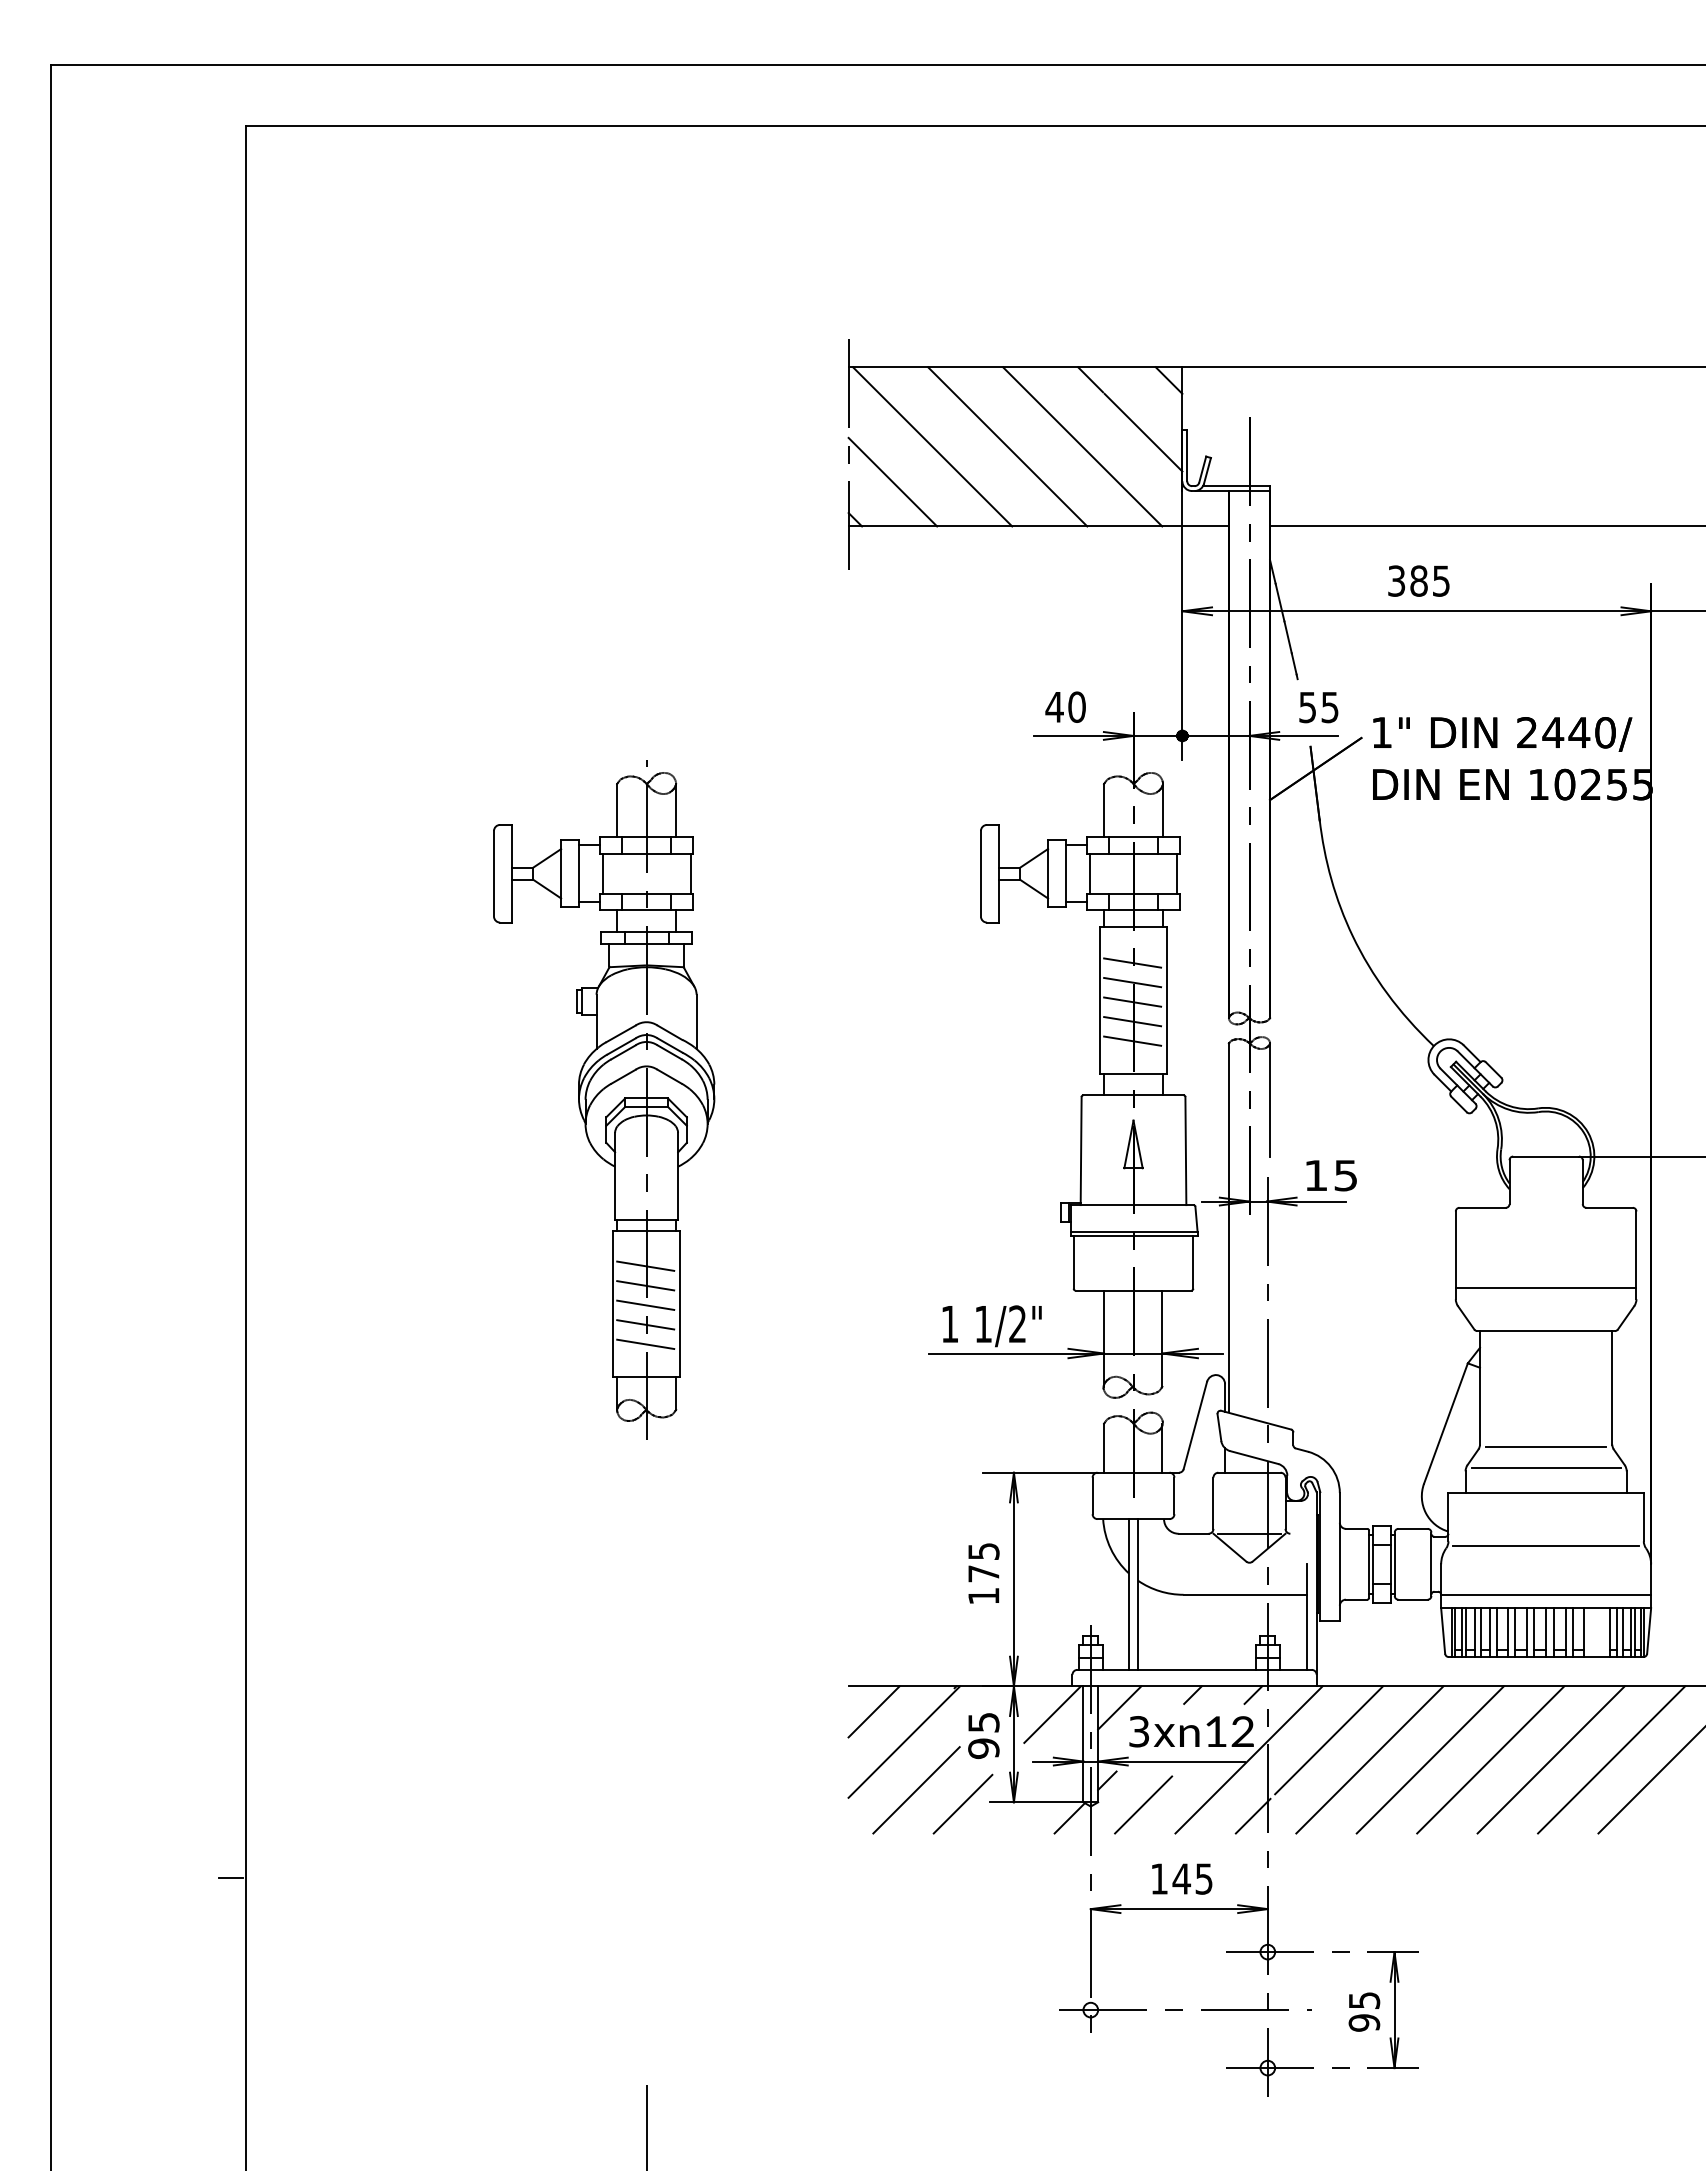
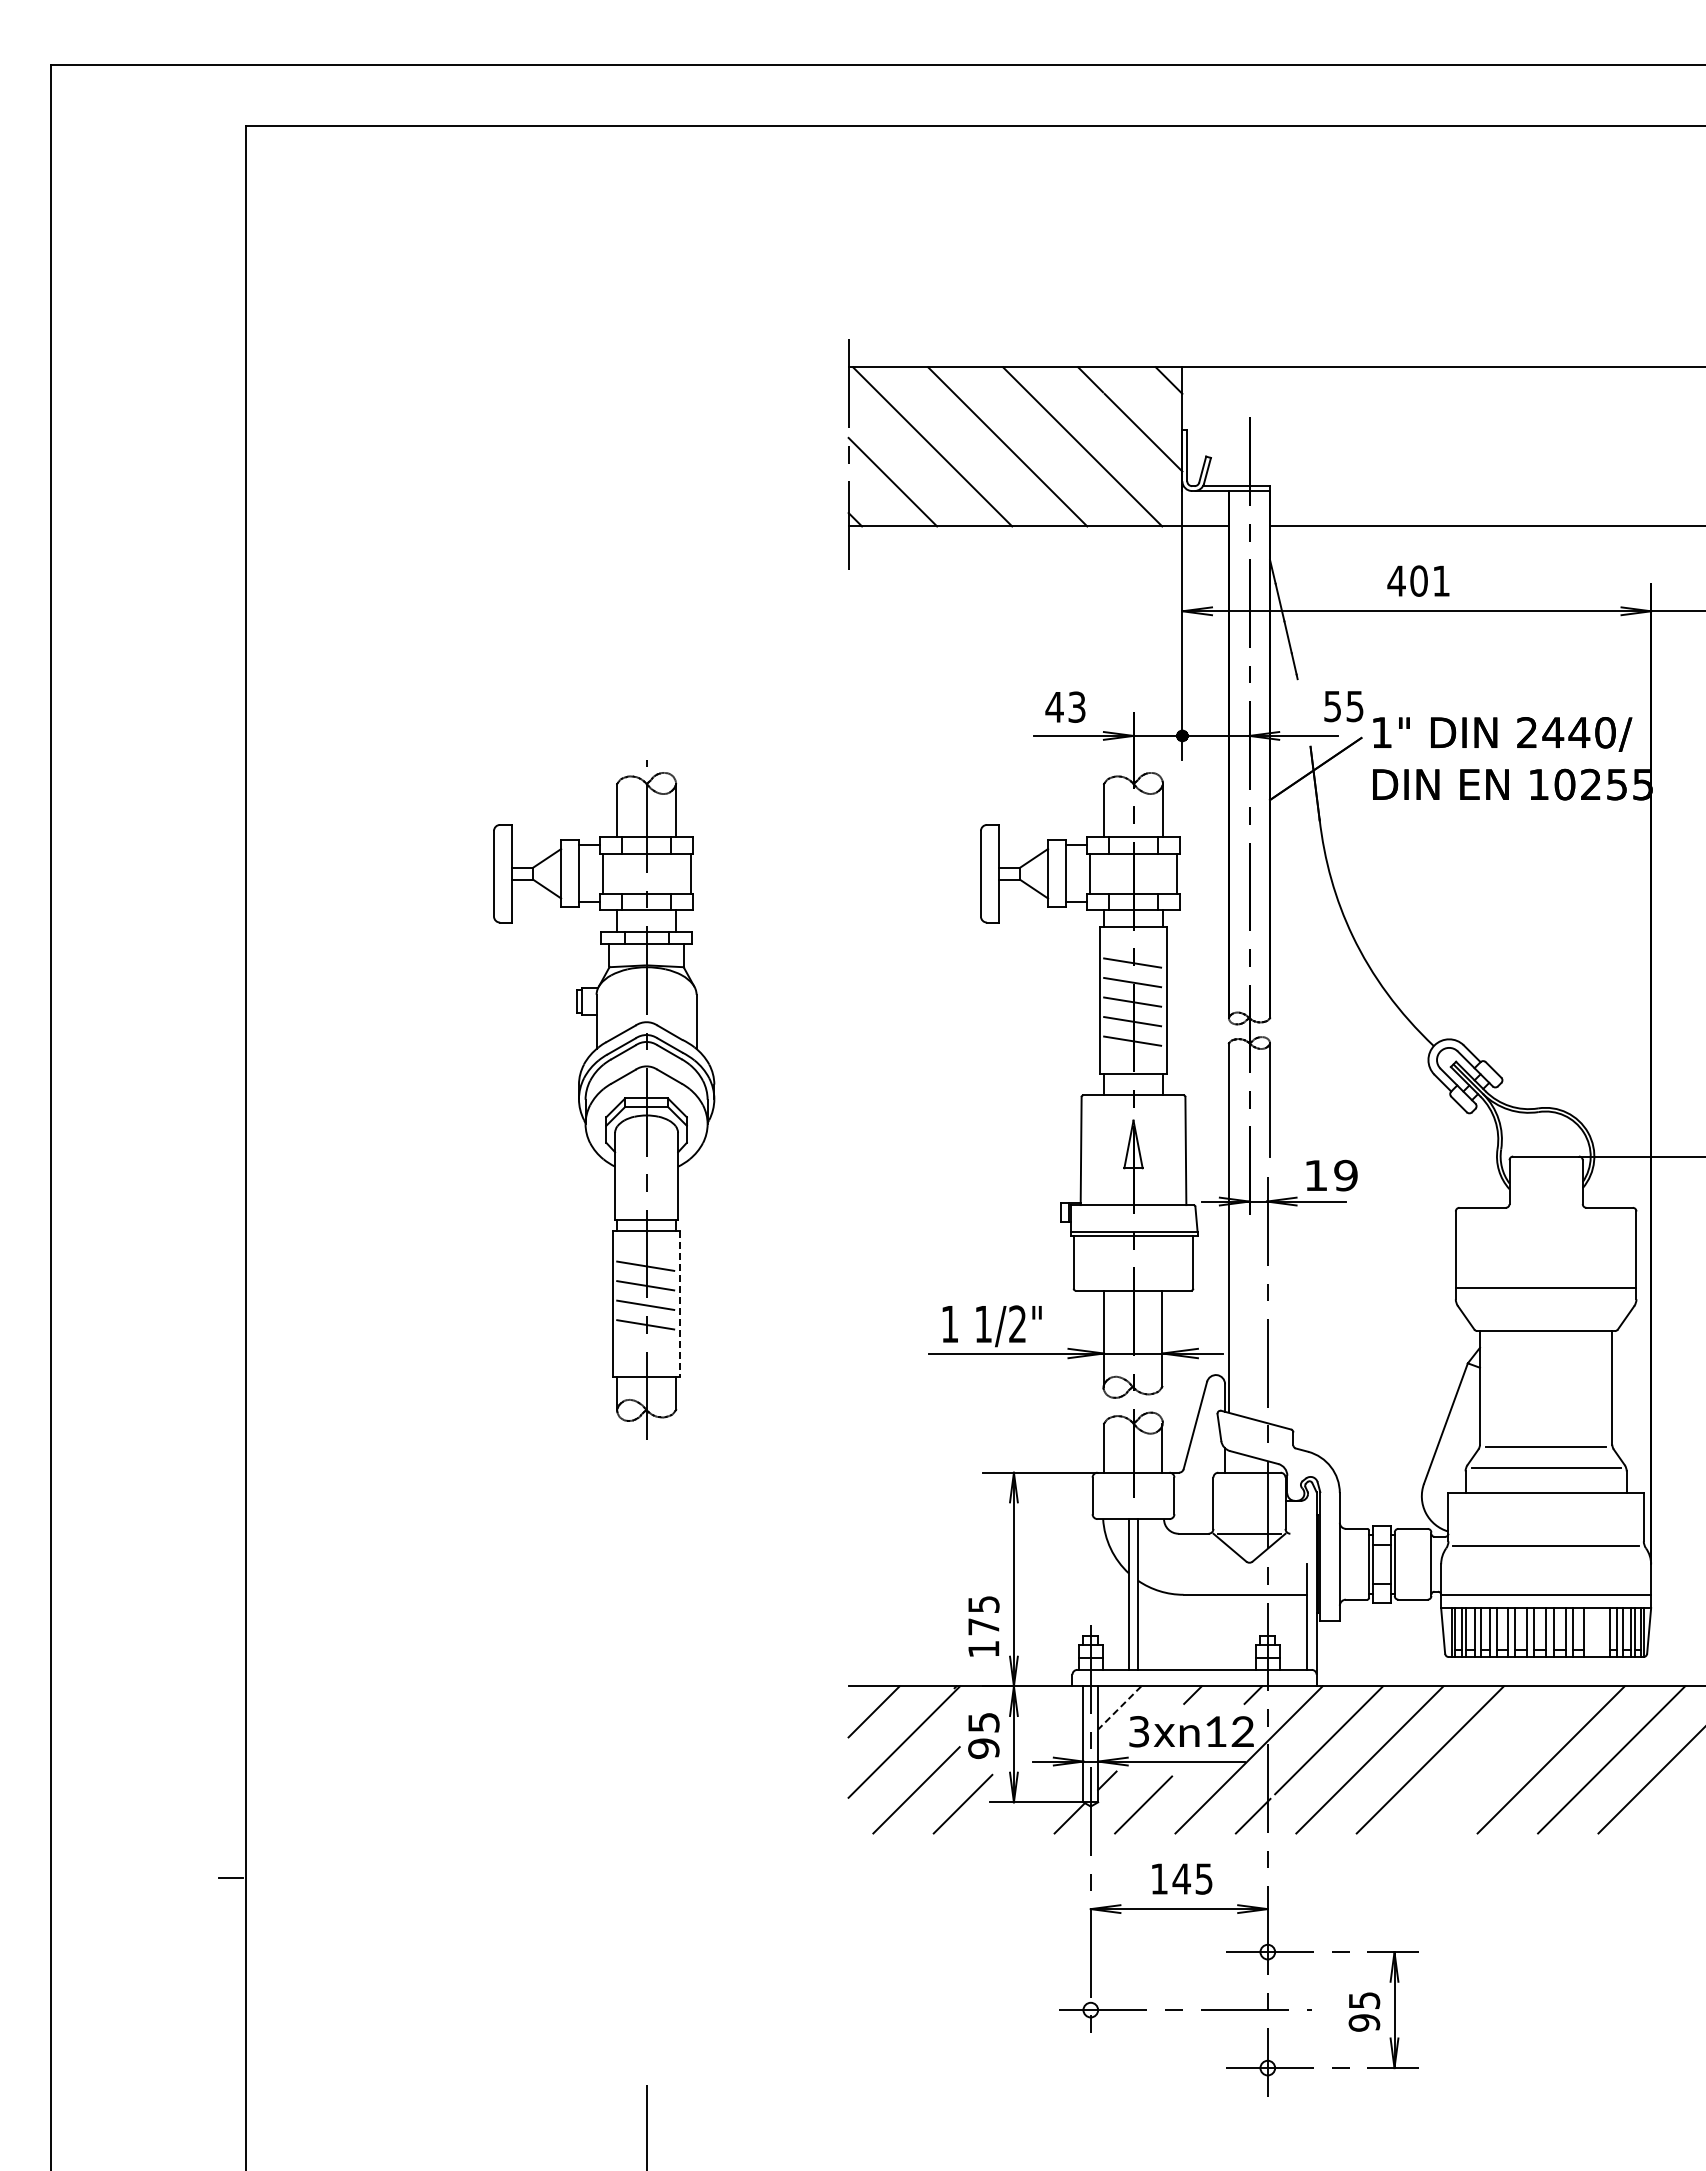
text at (1418, 580): 385 -> 401
text at (1076, 706): 40 -> 43
text at (1318, 707) position: (1318, 707) -> (1343, 706)
text at (1345, 1175): 15 -> 19
line at (680, 1304): solid -> dashed
line at (645, 1344): present -> none
text at (983, 1573) position: (983, 1573) -> (983, 1626)
line at (1119, 1707): solid -> dashed
line at (1052, 1714): present -> none
line at (1490, 1759): present -> none
